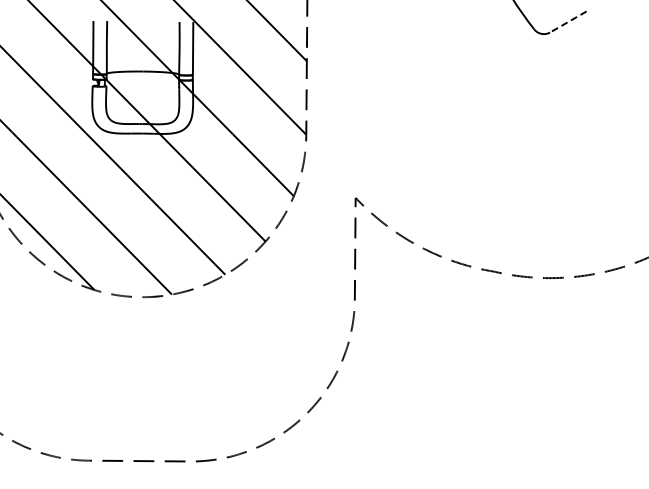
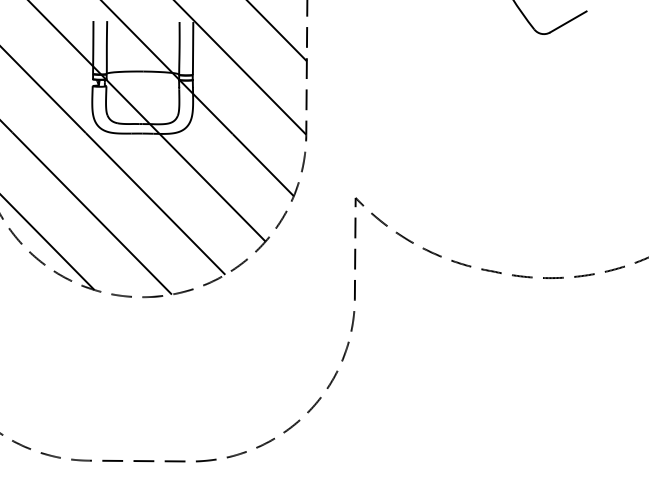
line at (567, 22): dashed -> solid
